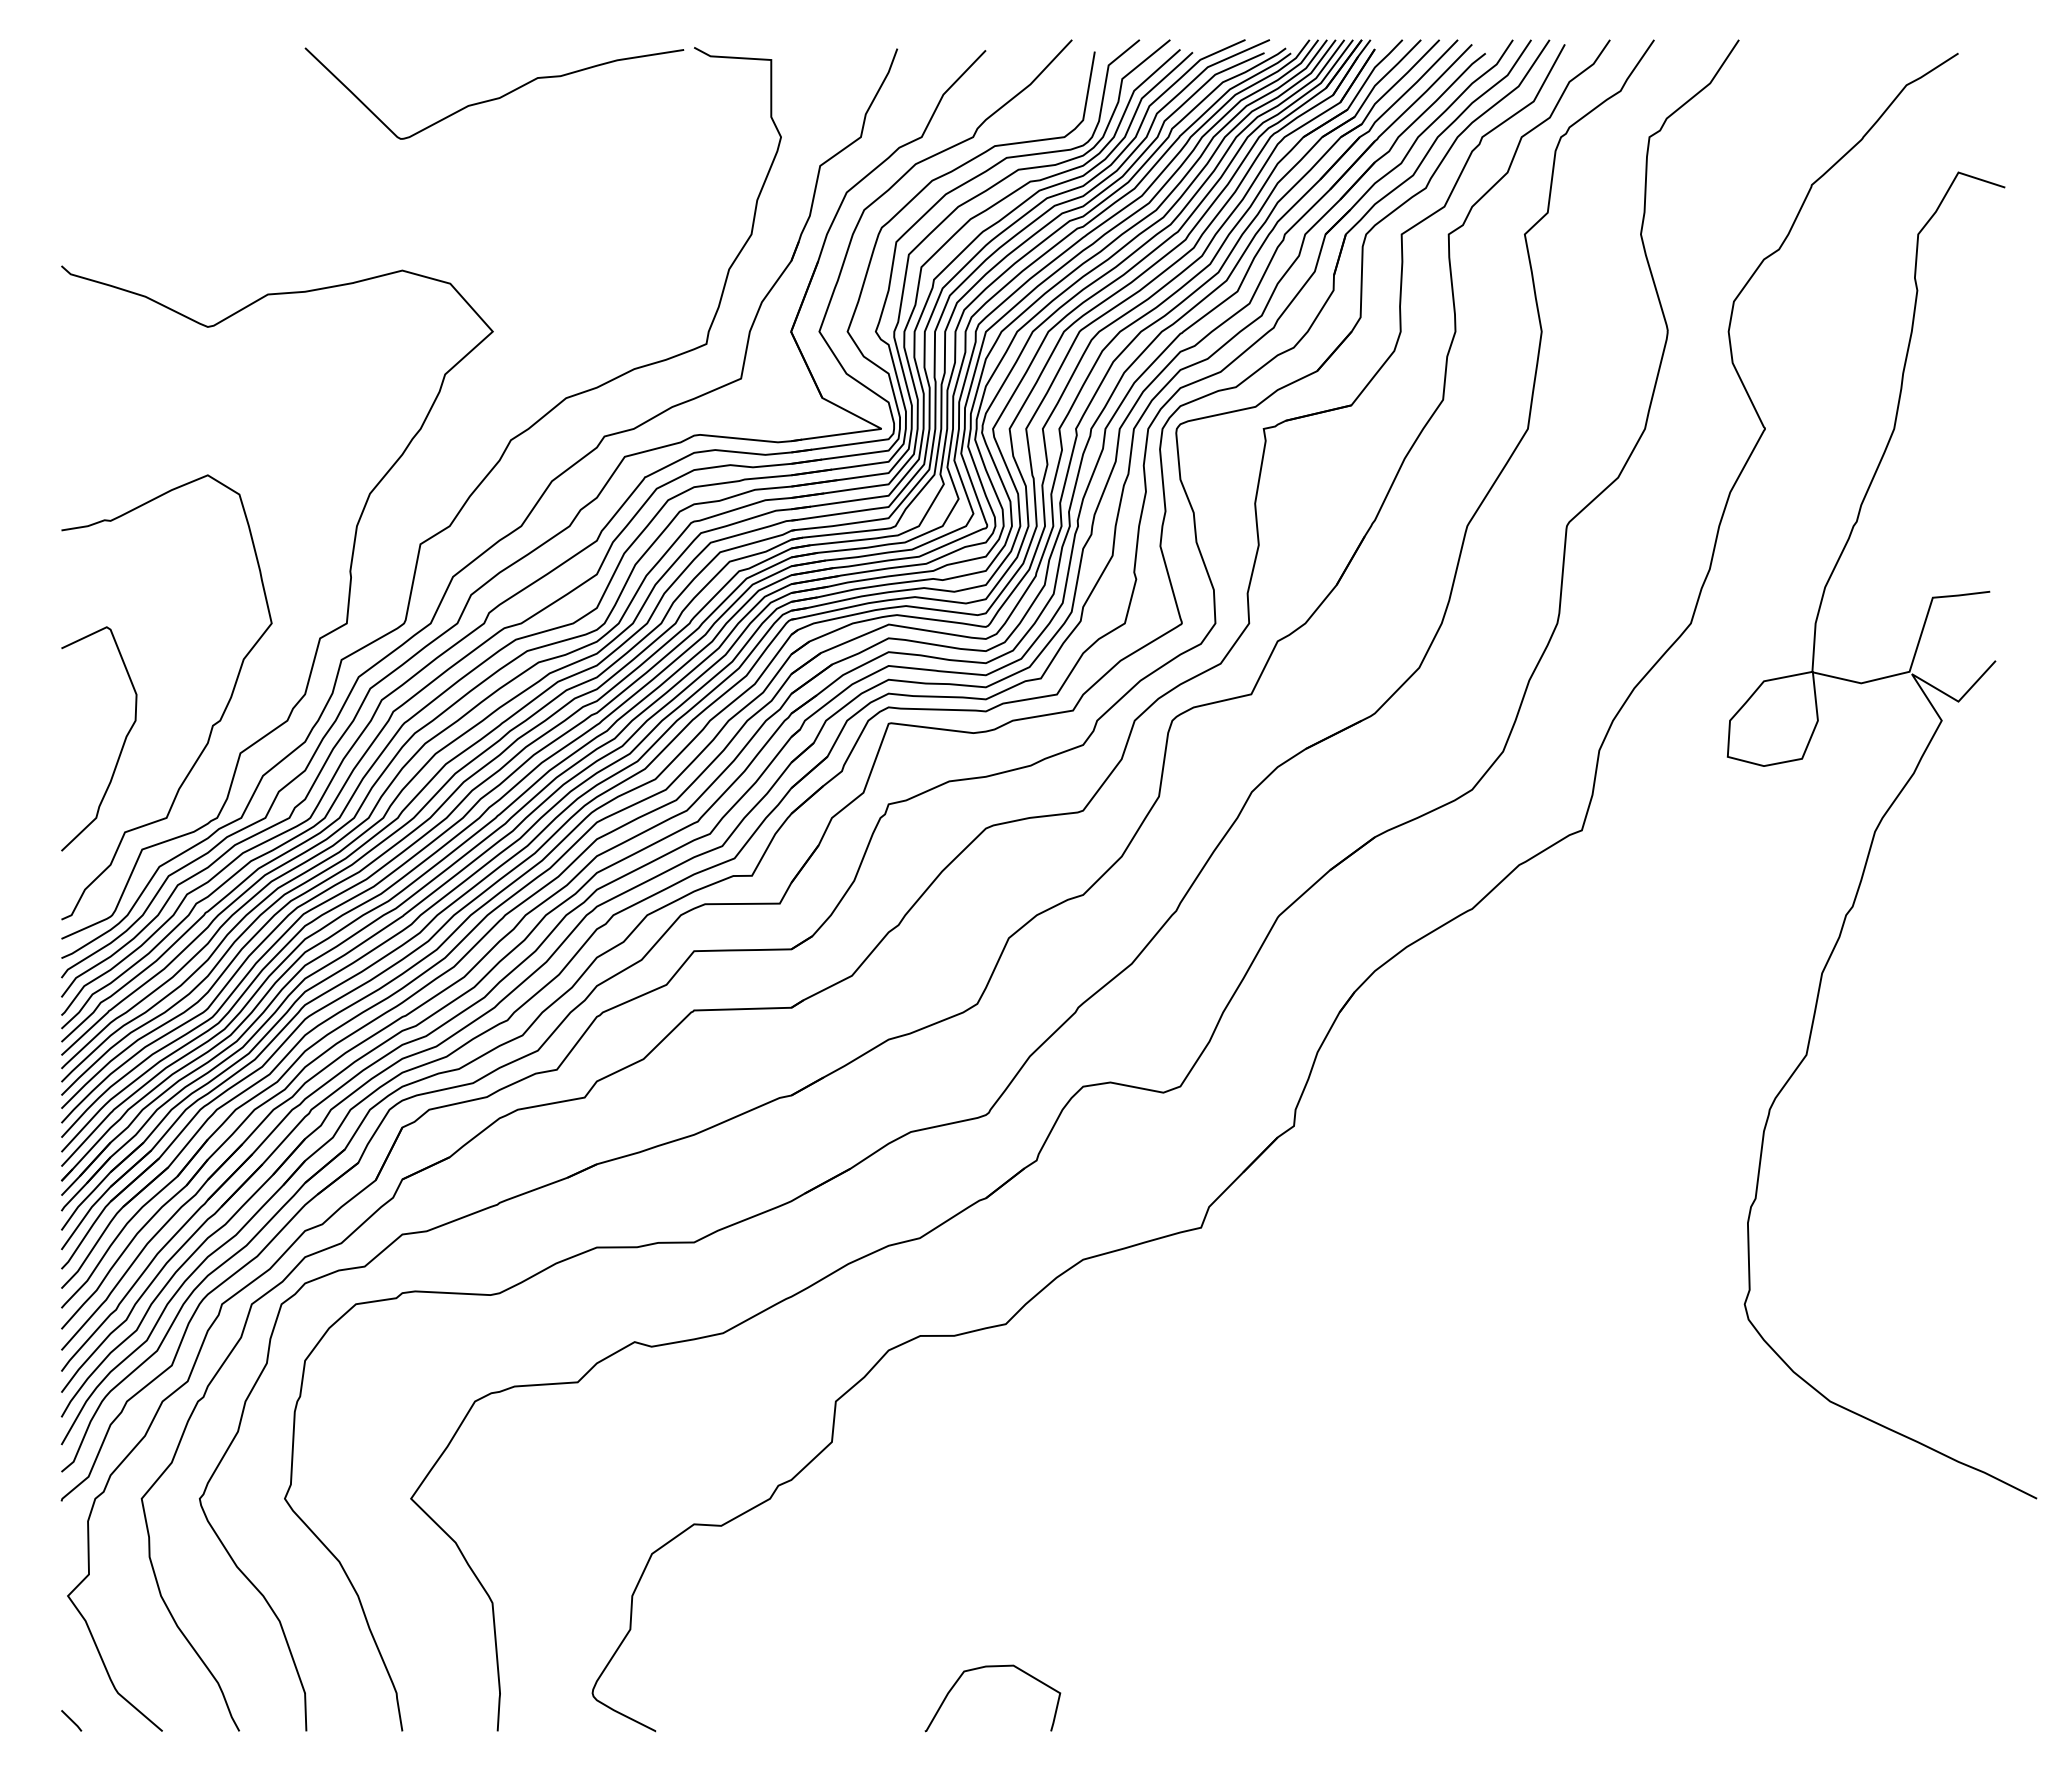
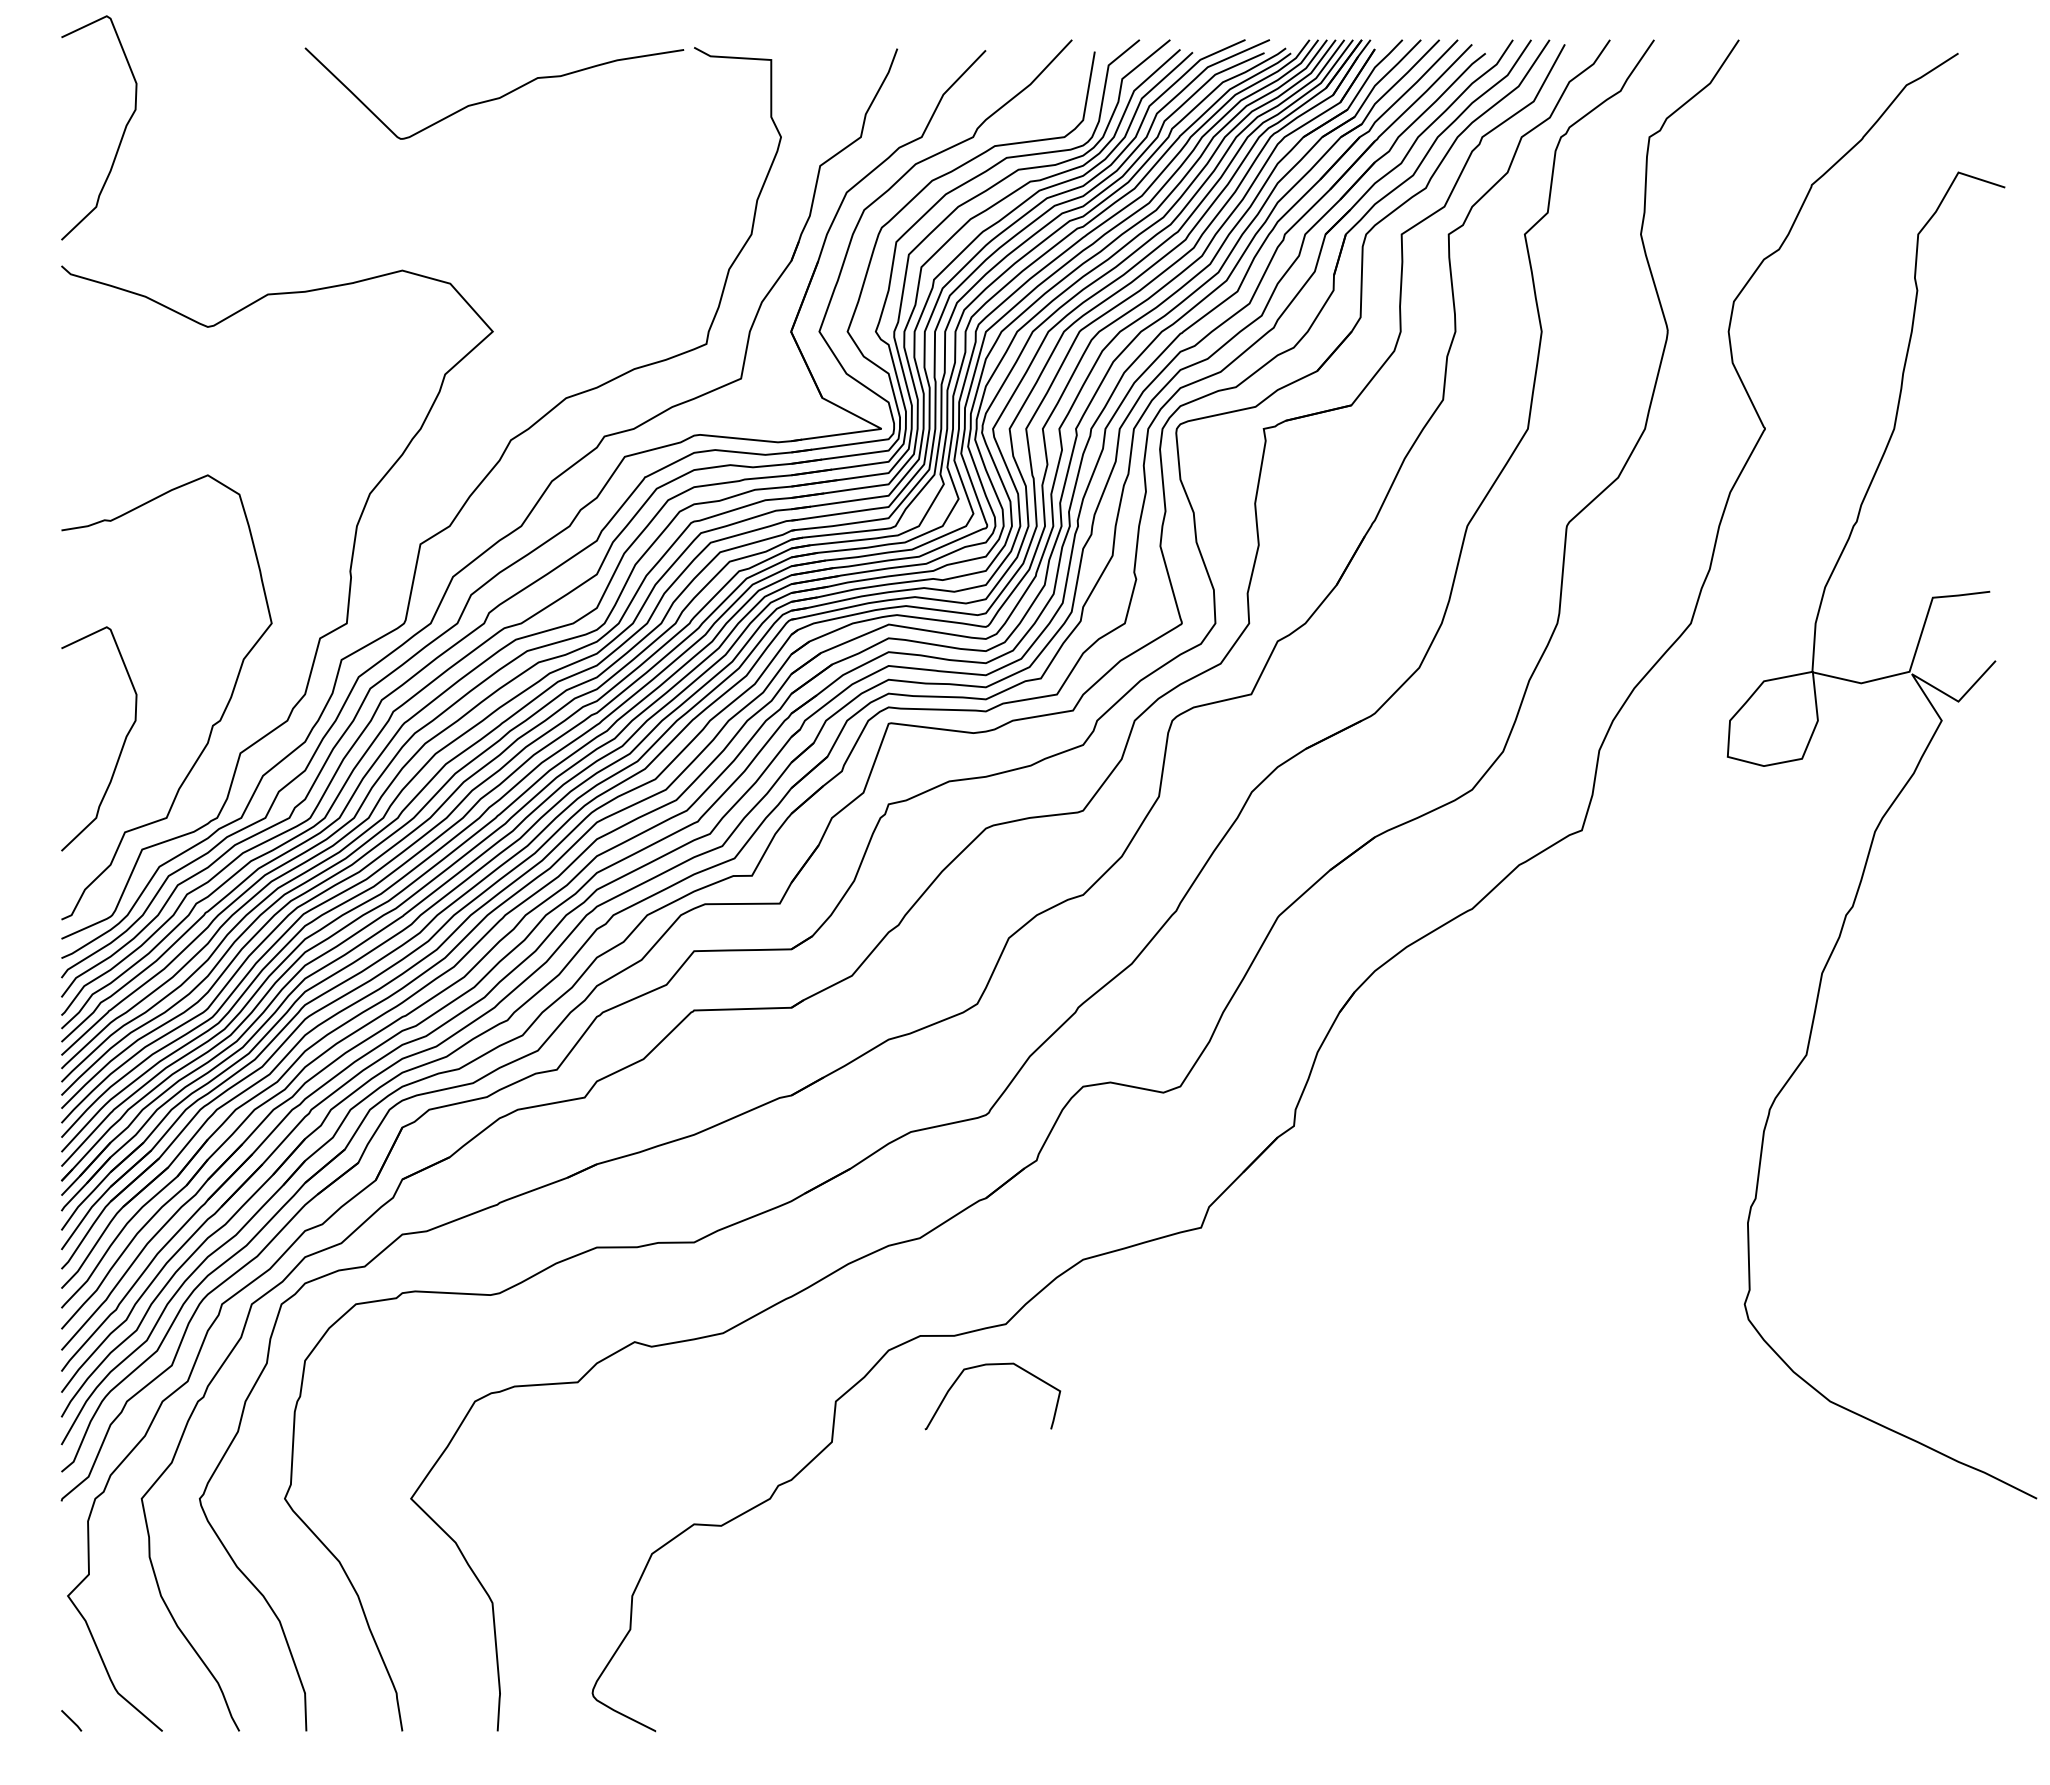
curve at (122, 133): none -> present
curve at (992, 1667) position: (992, 1667) -> (992, 1365)
